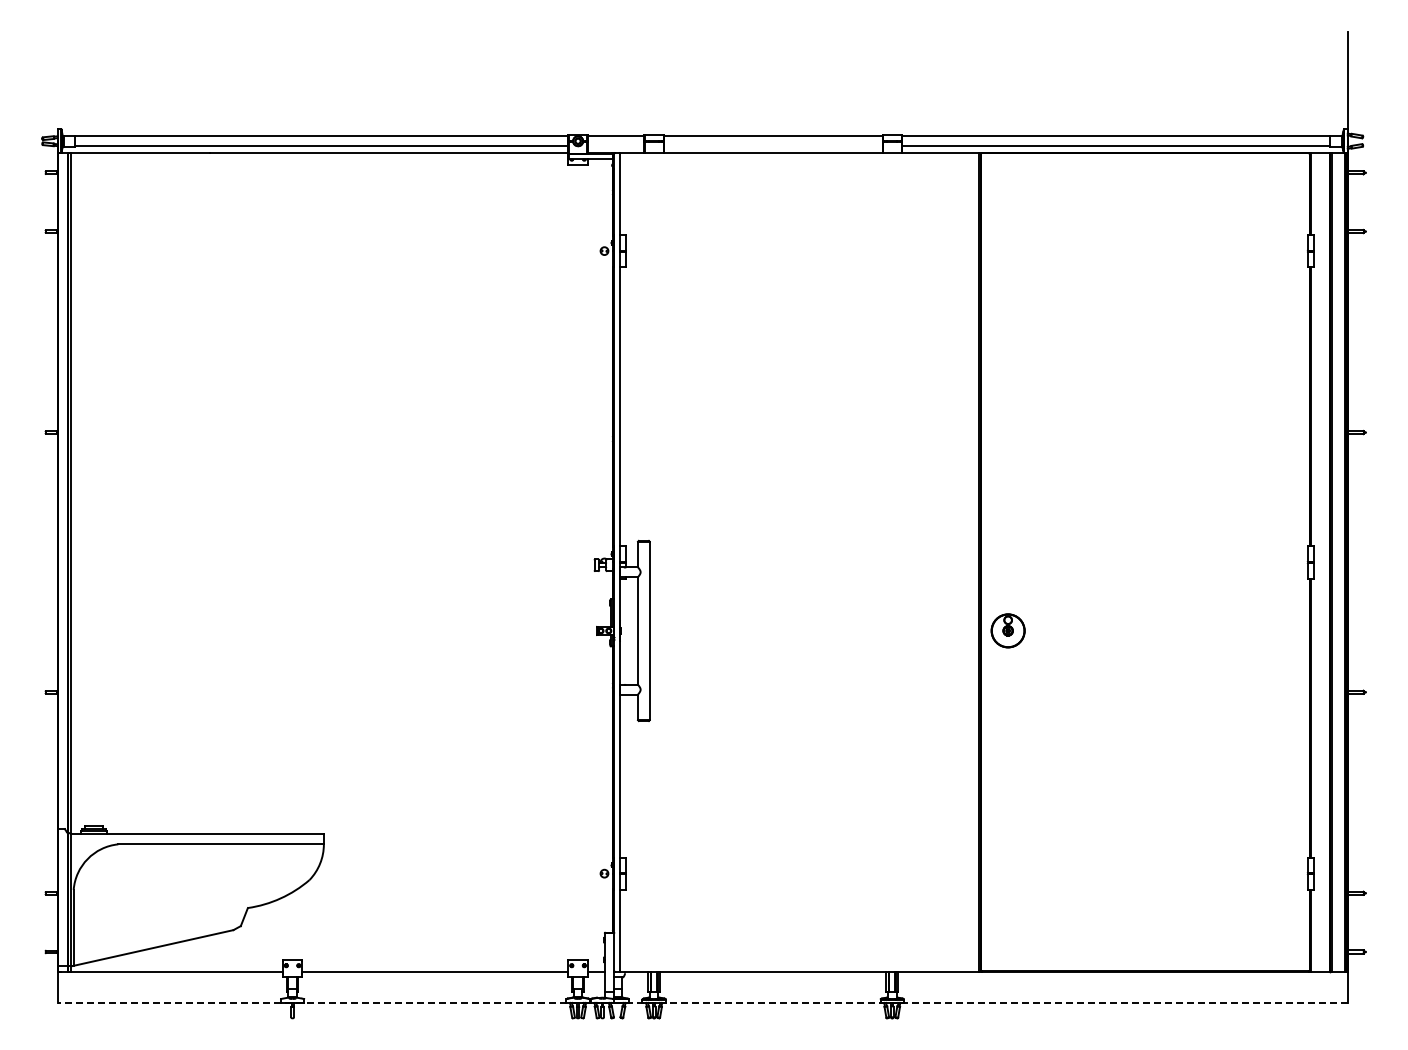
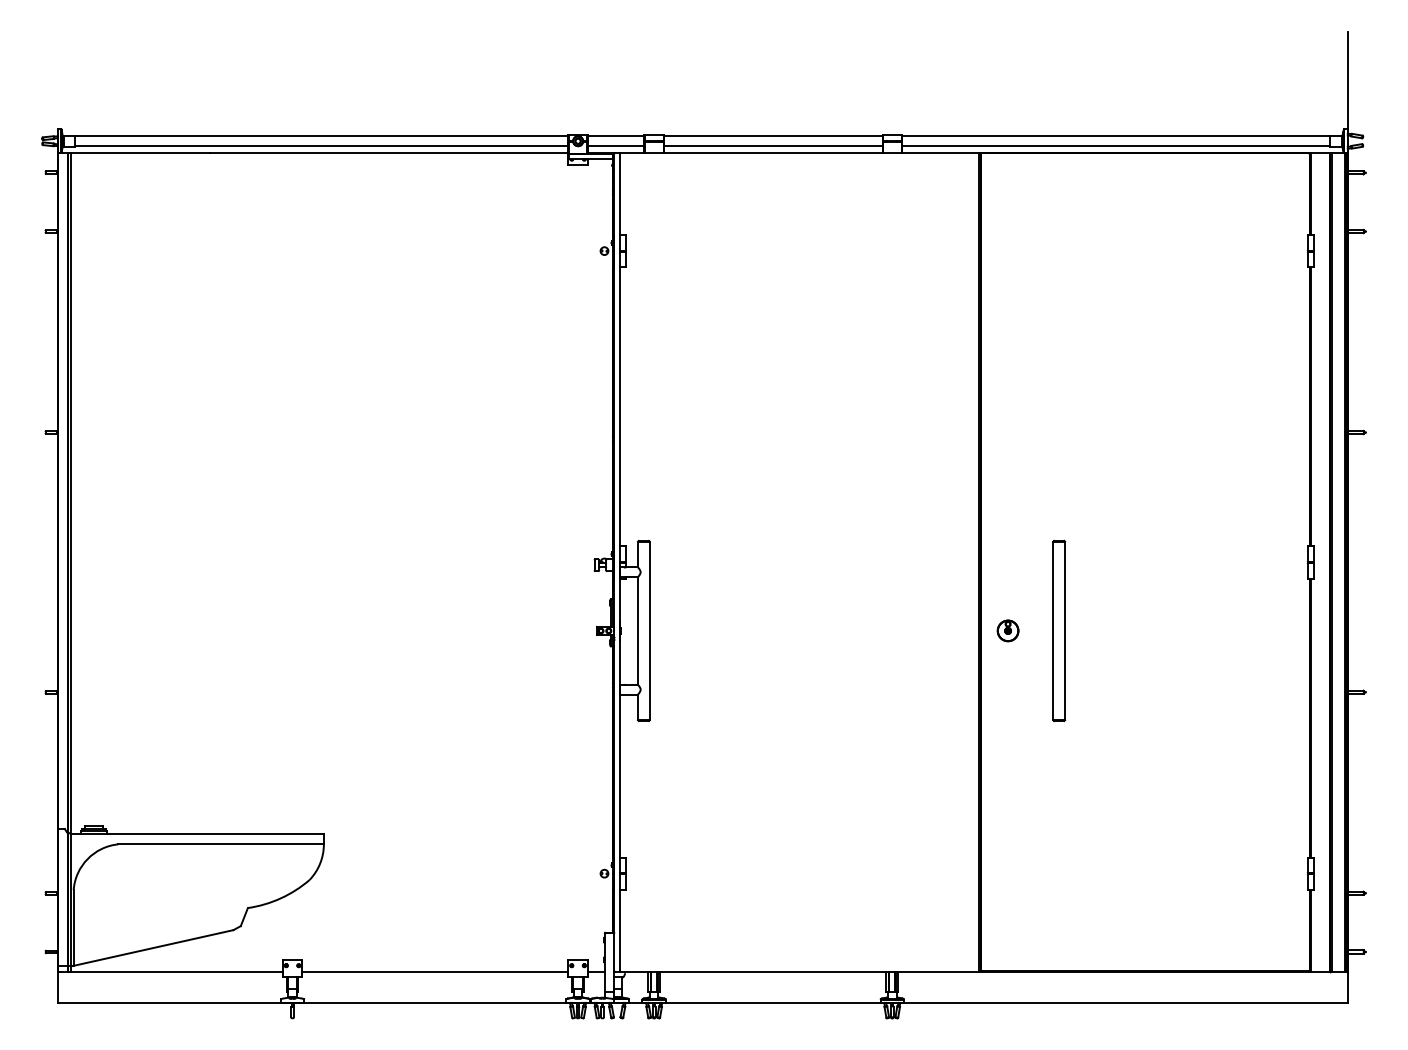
line at (615, 146): none -> present
line at (772, 146): none -> present
part at (1007, 630) size: 36x36 px -> 24x24 px
part at (1059, 630): none -> present
line at (702, 1002): dashed -> solid
